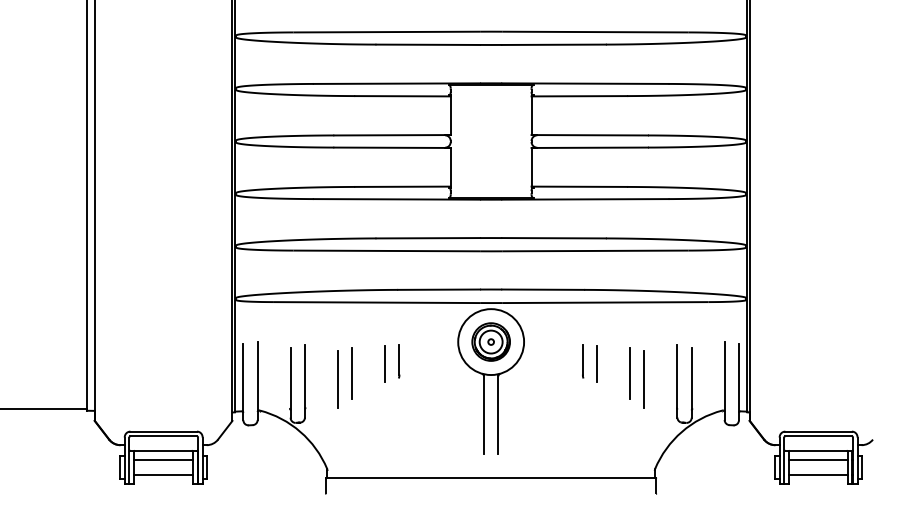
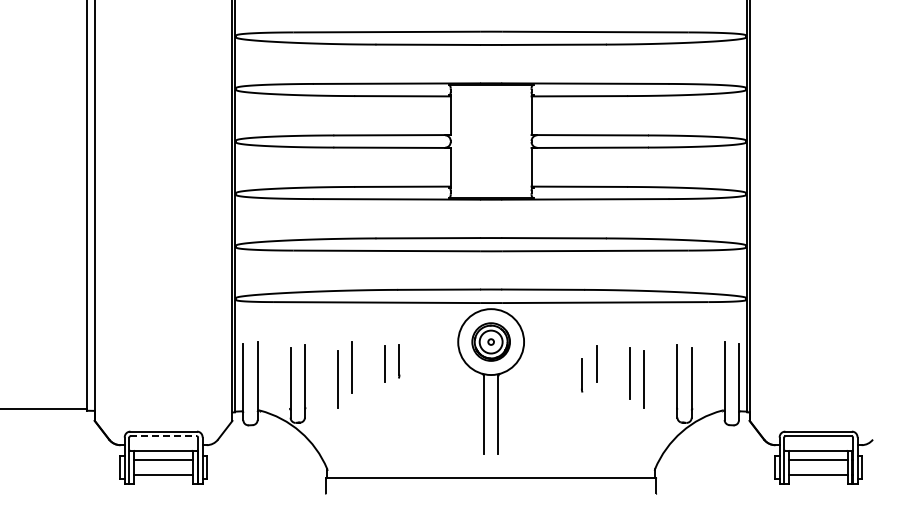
line at (583, 361) position: (583, 361) -> (582, 375)
line at (351, 373) position: (351, 373) -> (351, 367)
line at (164, 436): solid -> dashed
